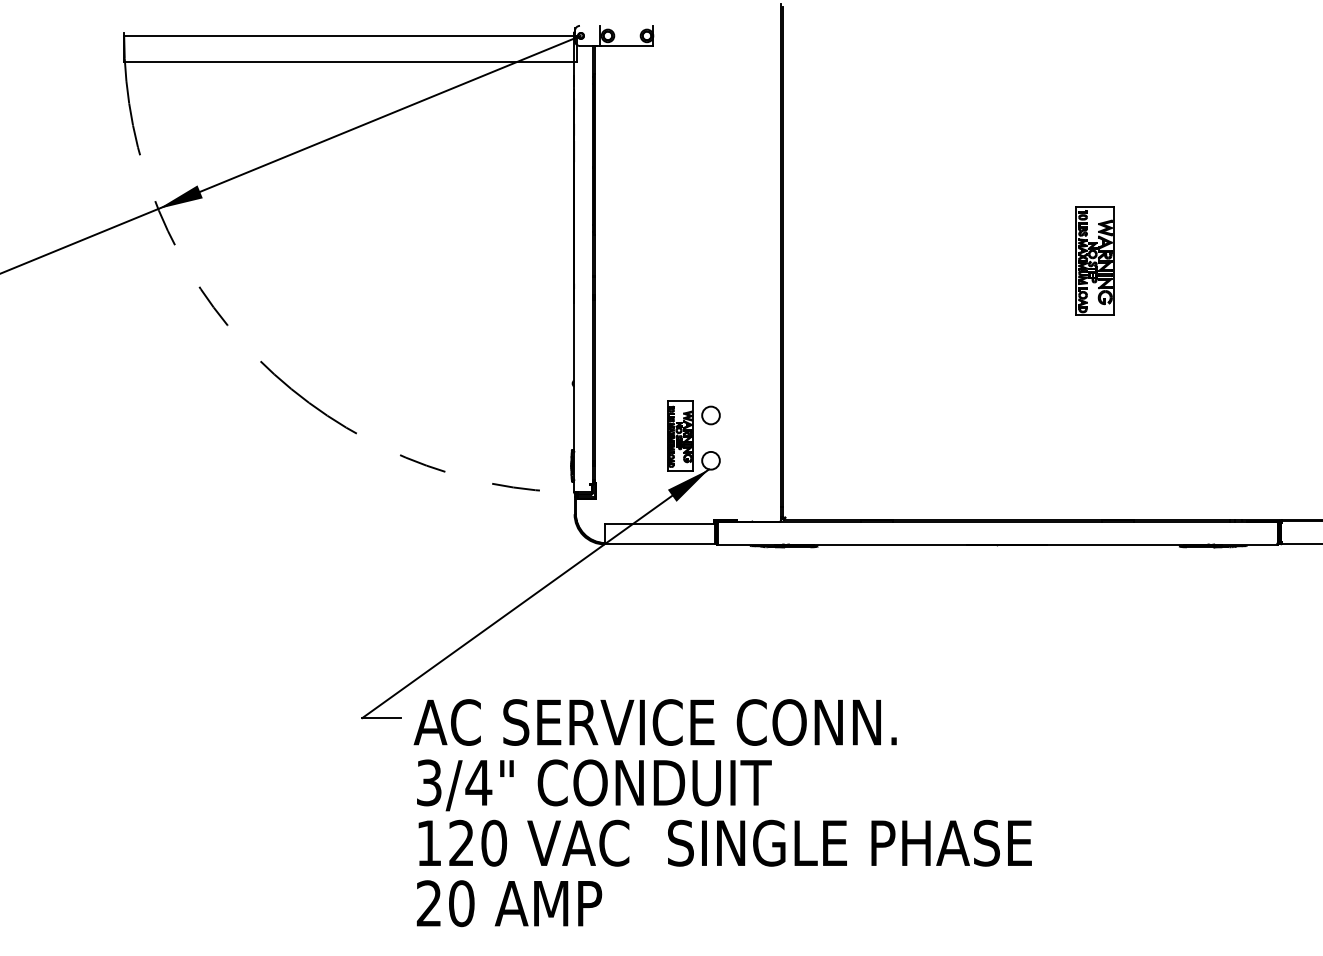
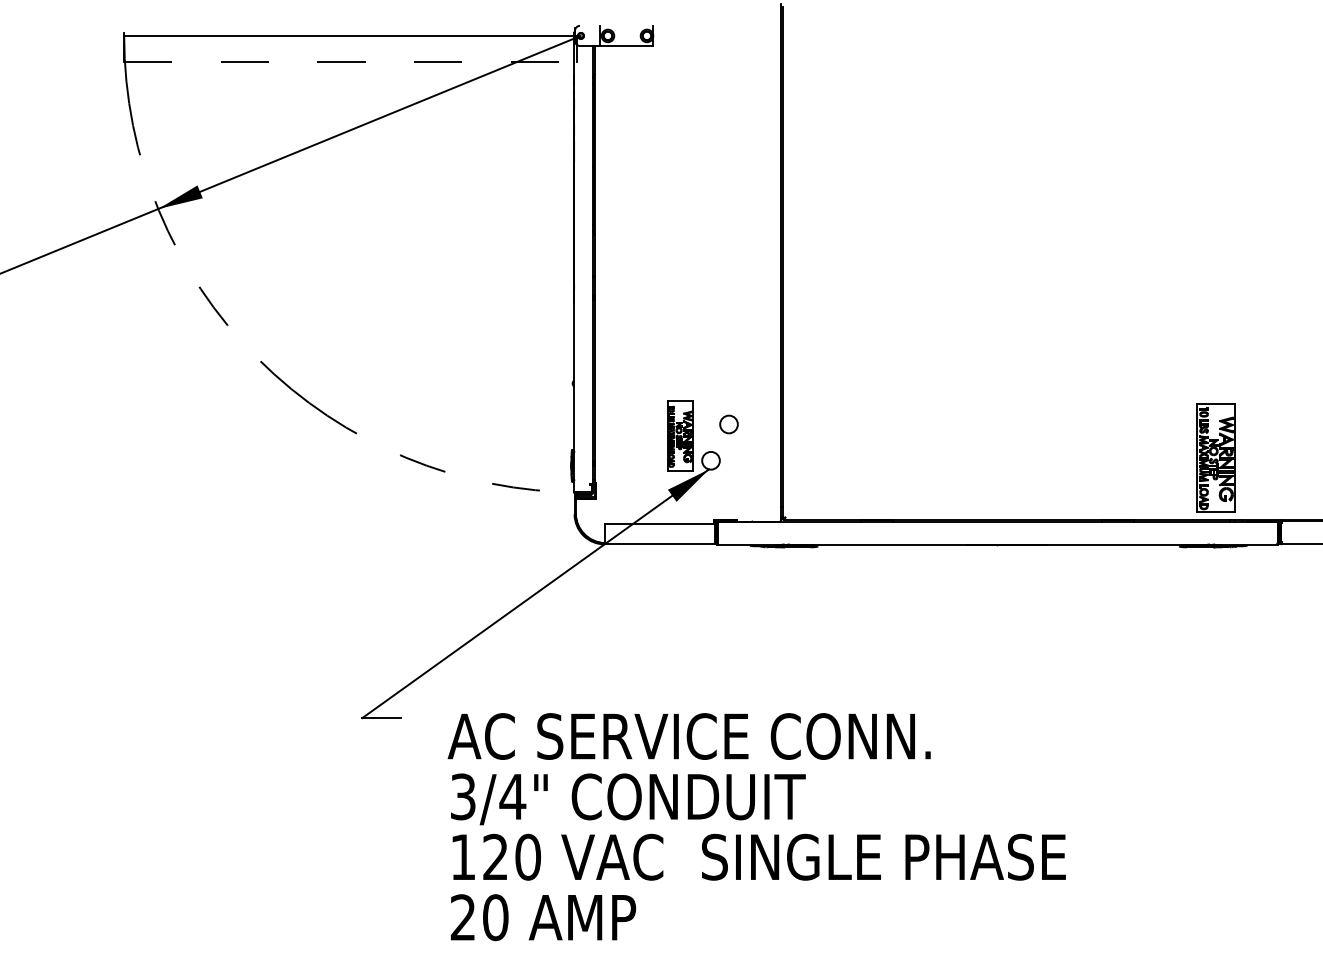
line at (350, 62): solid -> dashed
part at (1094, 260) position: (1094, 260) -> (1215, 457)
circle at (710, 415) position: (710, 415) -> (728, 424)
text at (722, 813) position: (722, 813) -> (756, 827)
